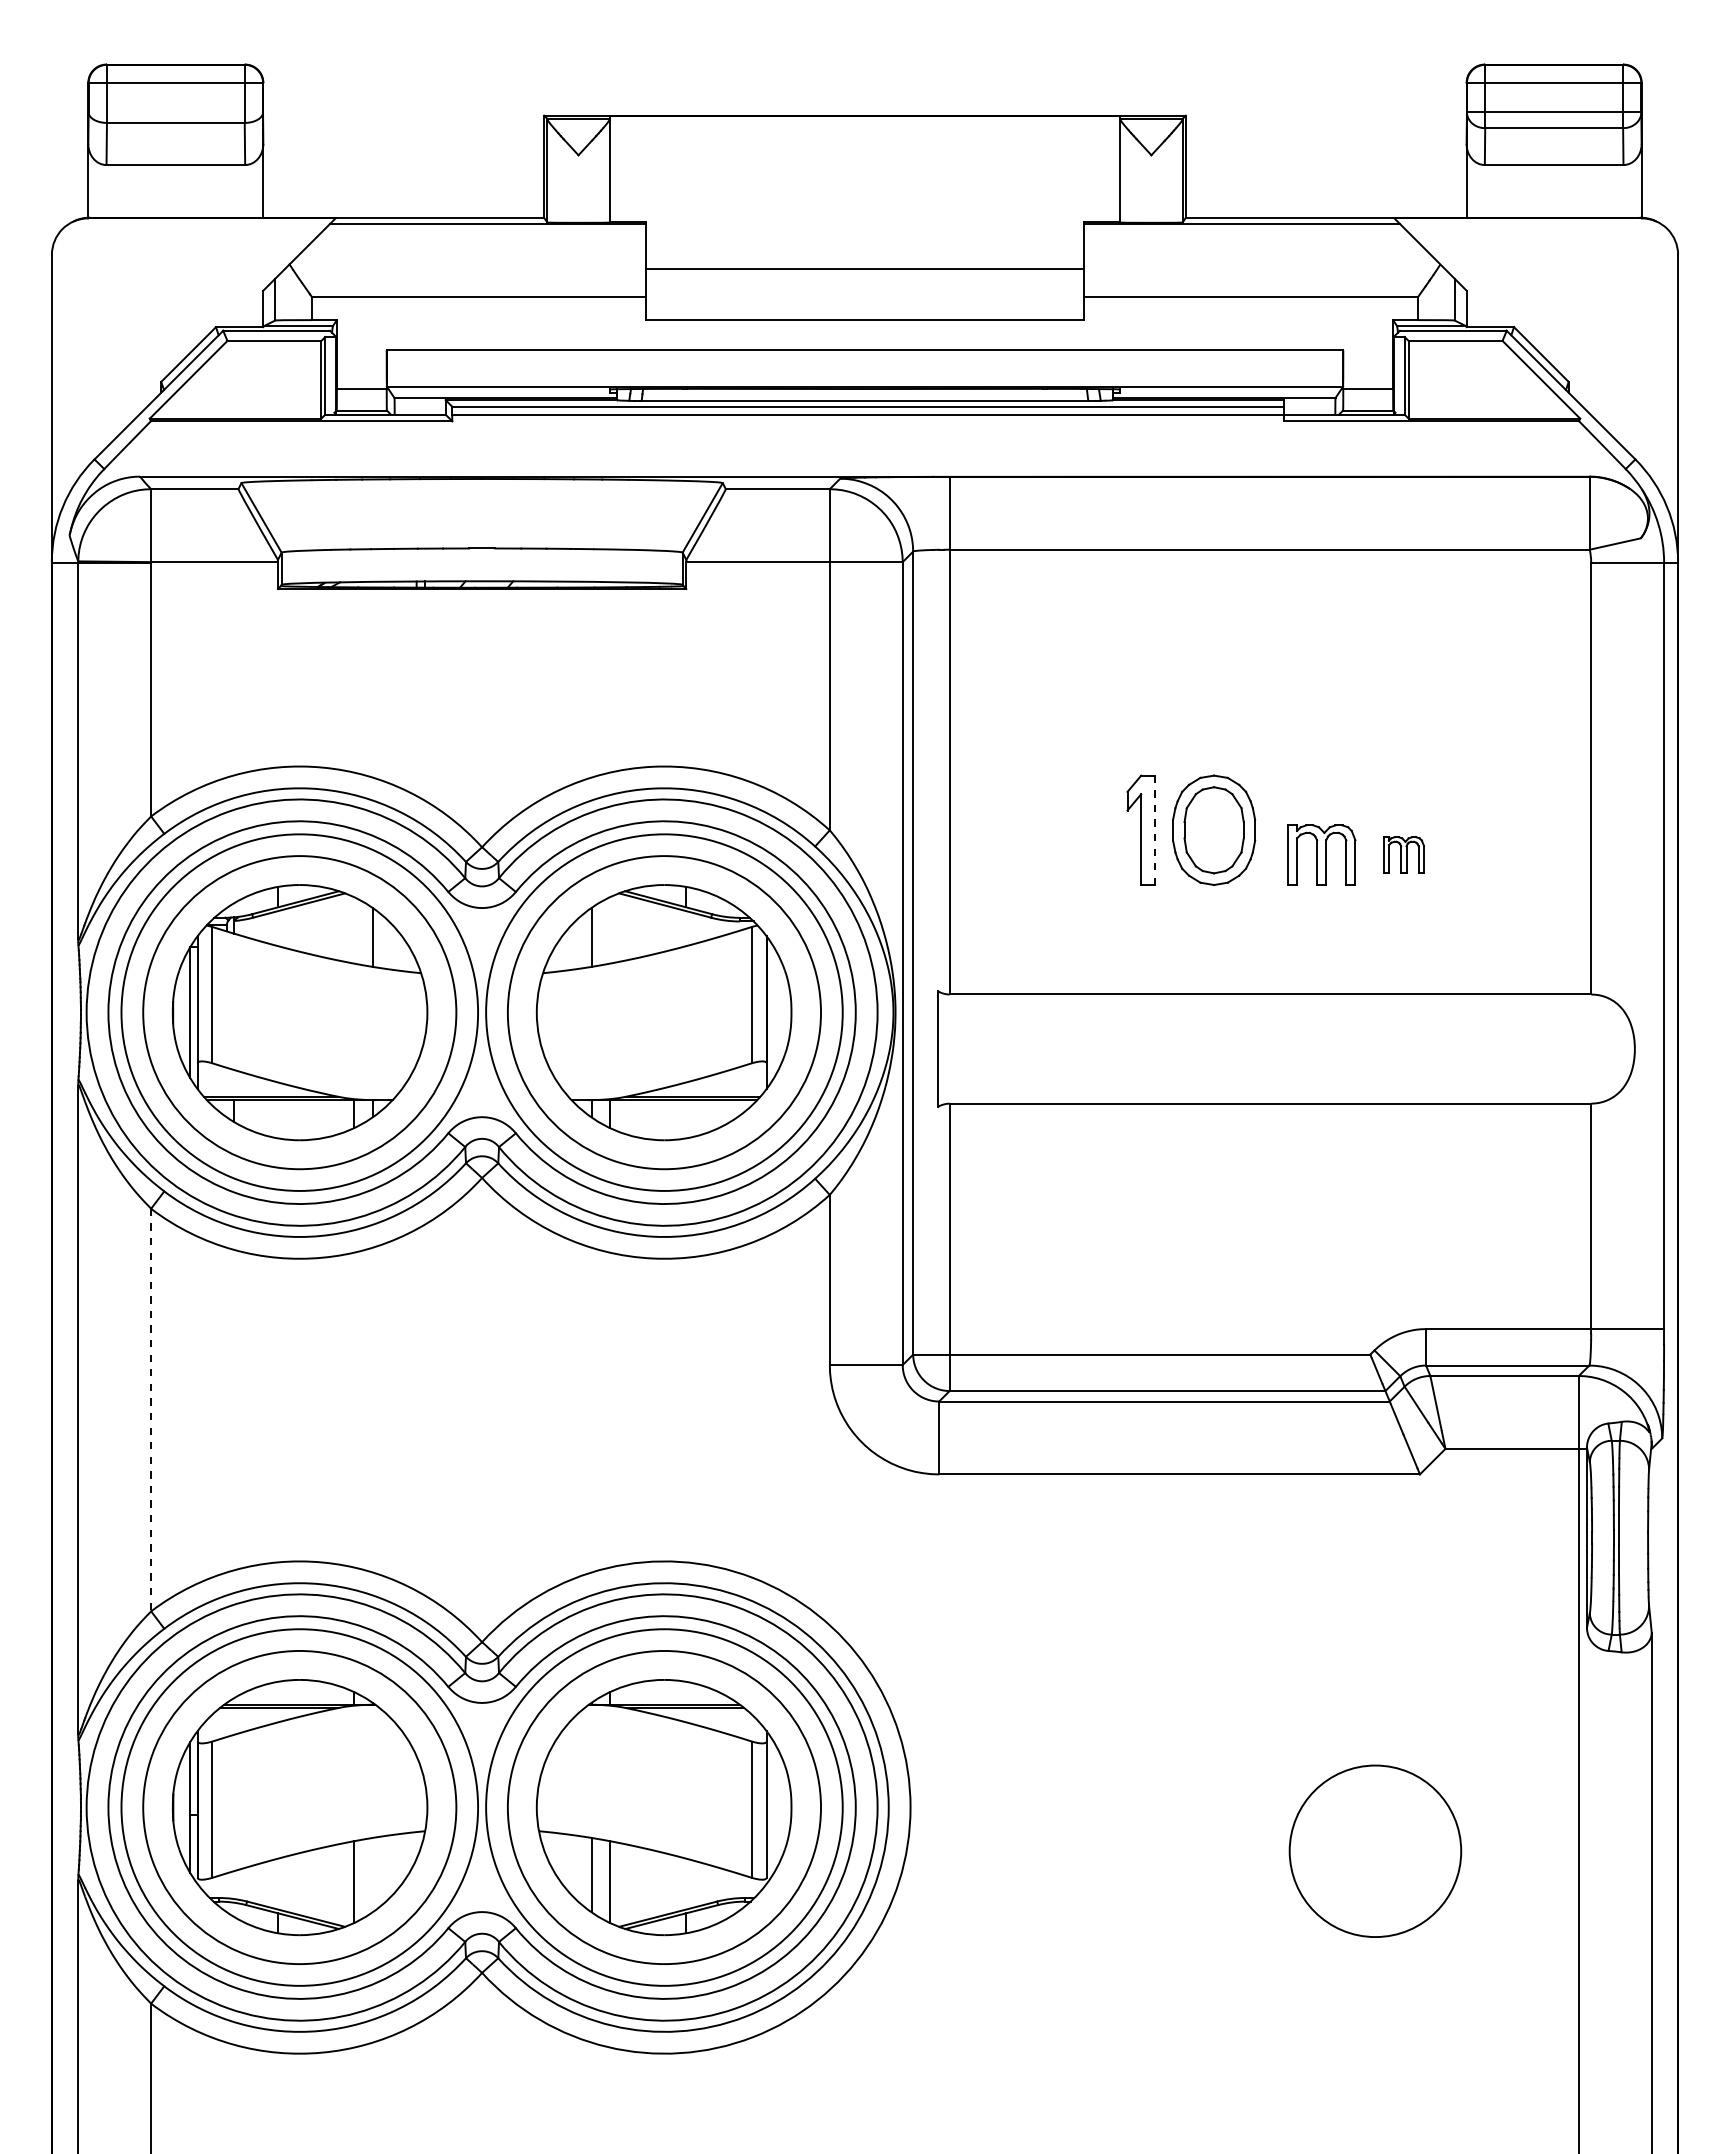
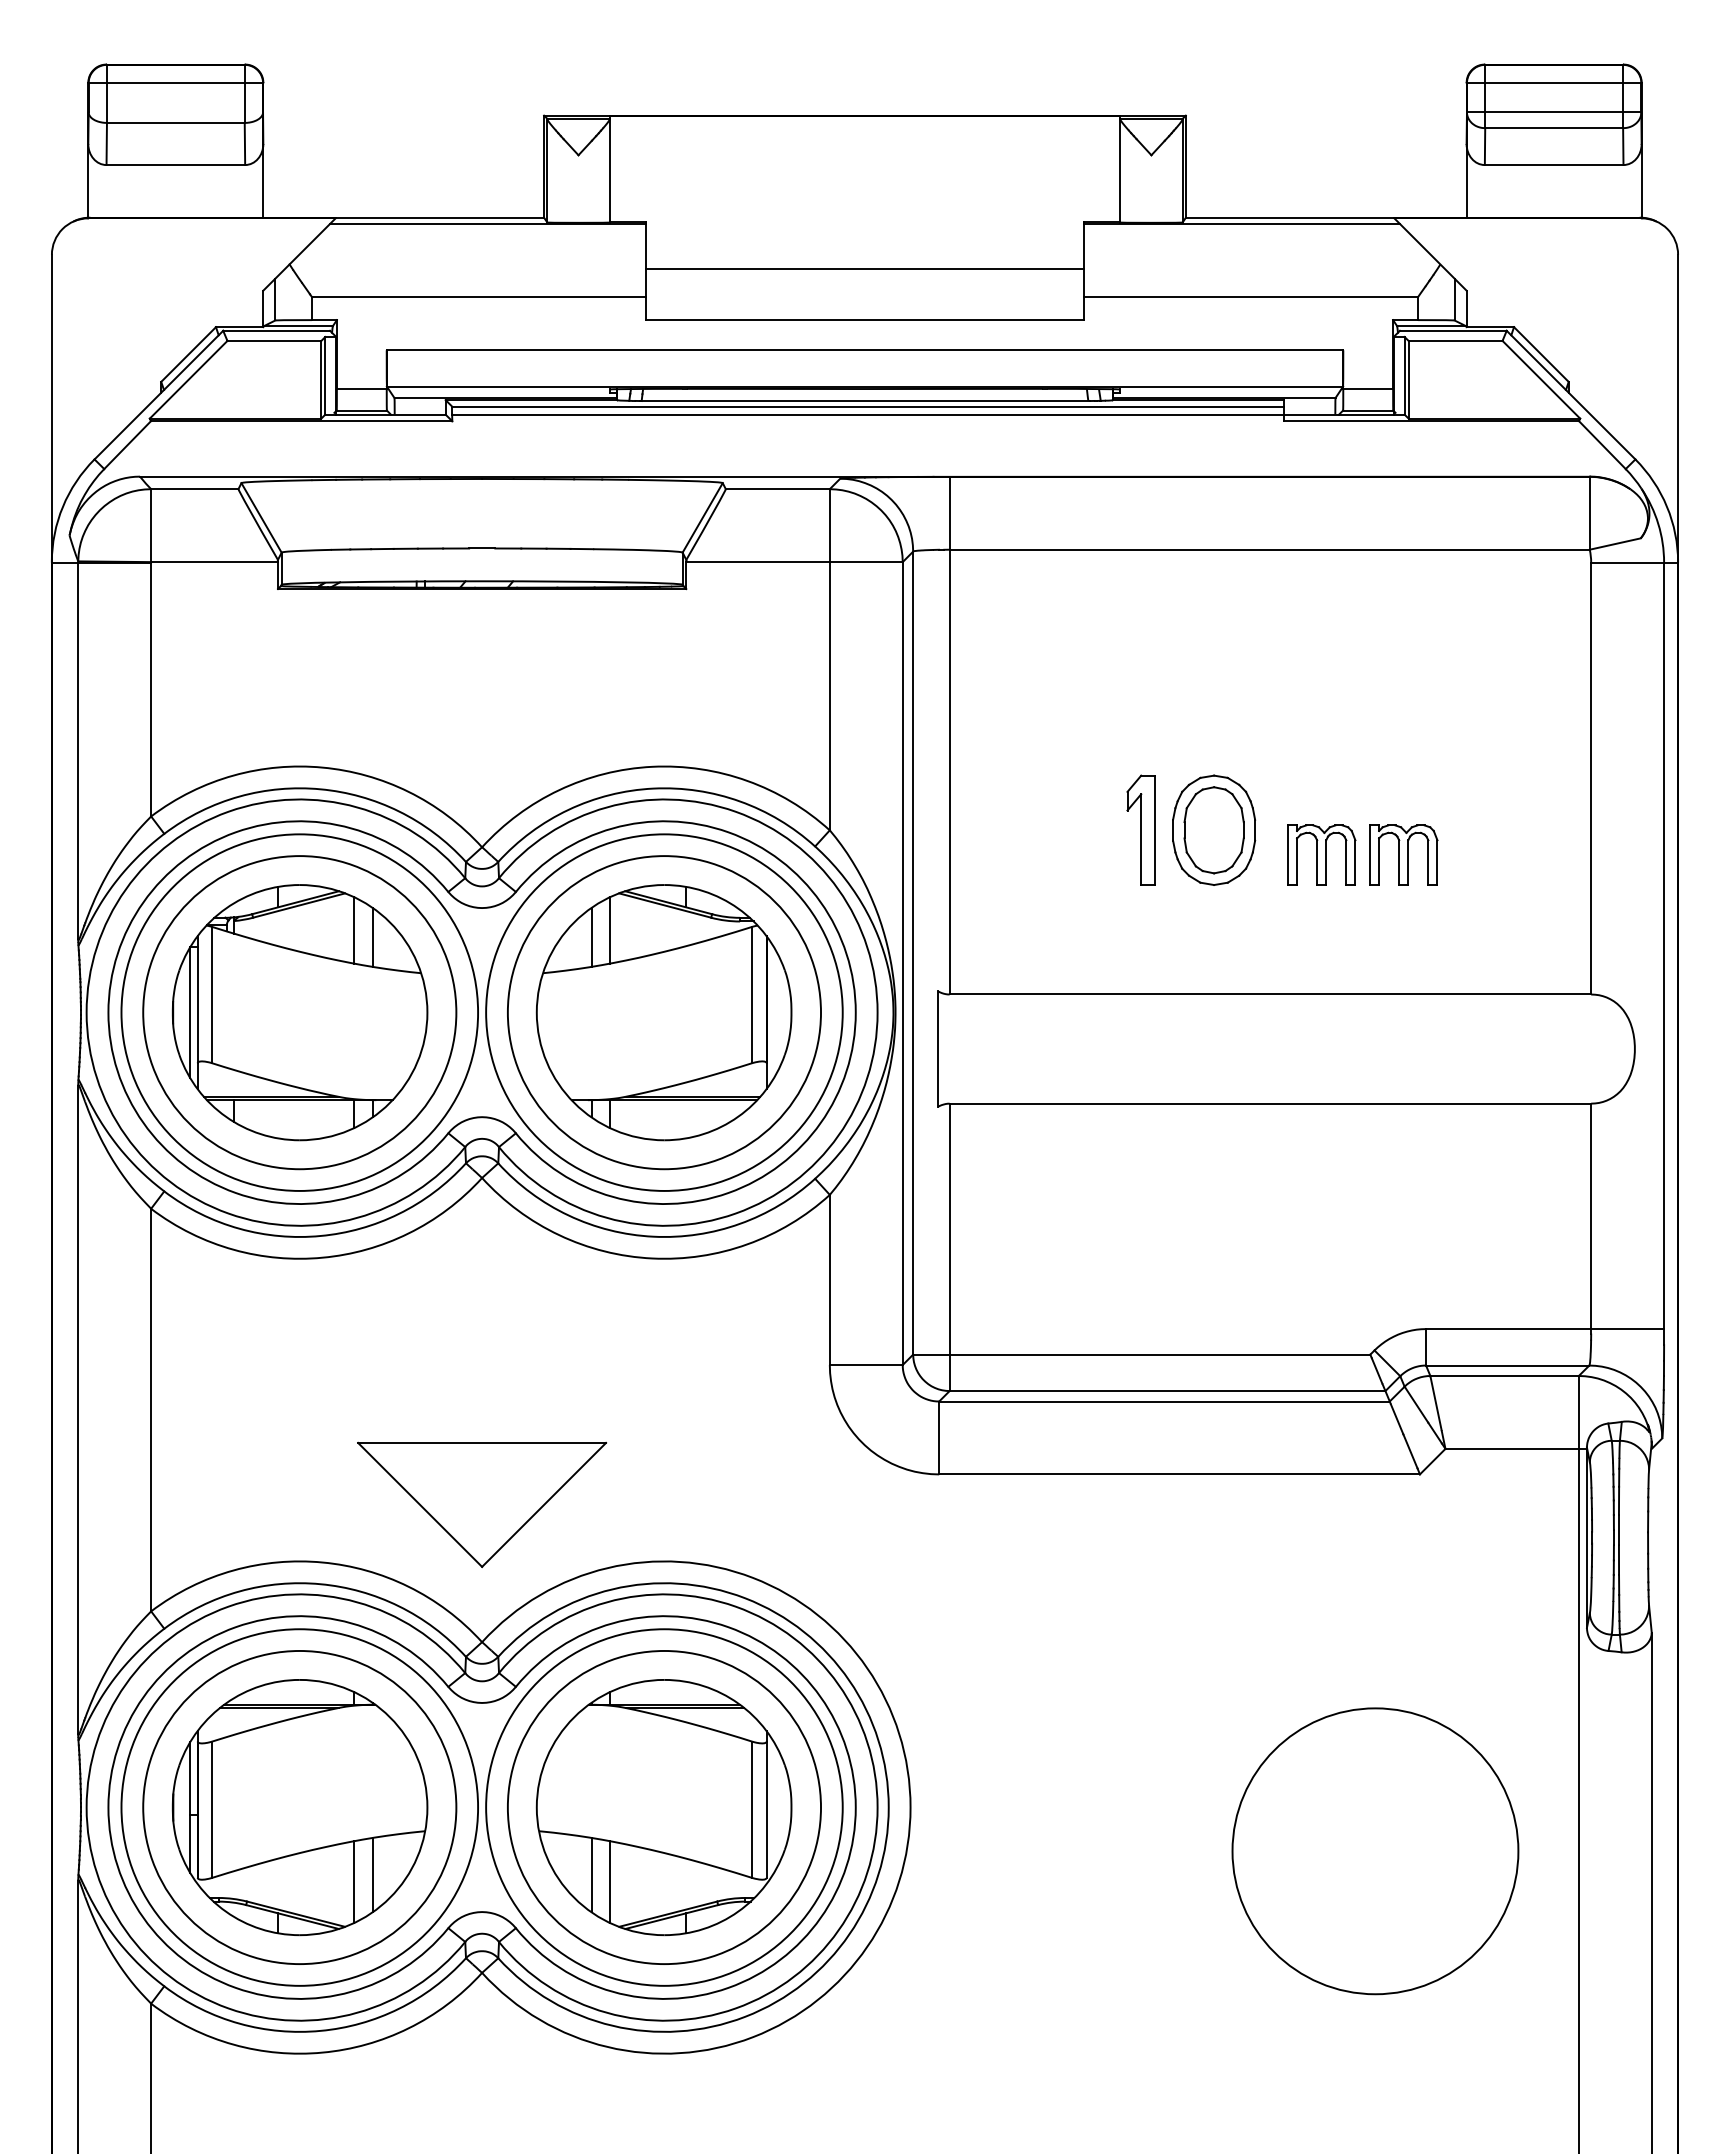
line at (1154, 830): dashed -> solid
part at (1404, 854) size: 43x38 px -> 70x62 px
line at (354, 930): none -> present
line at (609, 930): none -> present
line at (151, 1410): dashed -> solid
part at (482, 1504): none -> present
circle at (1375, 1851) diameter: 172 px -> 286 px
line at (372, 1874): none -> present
